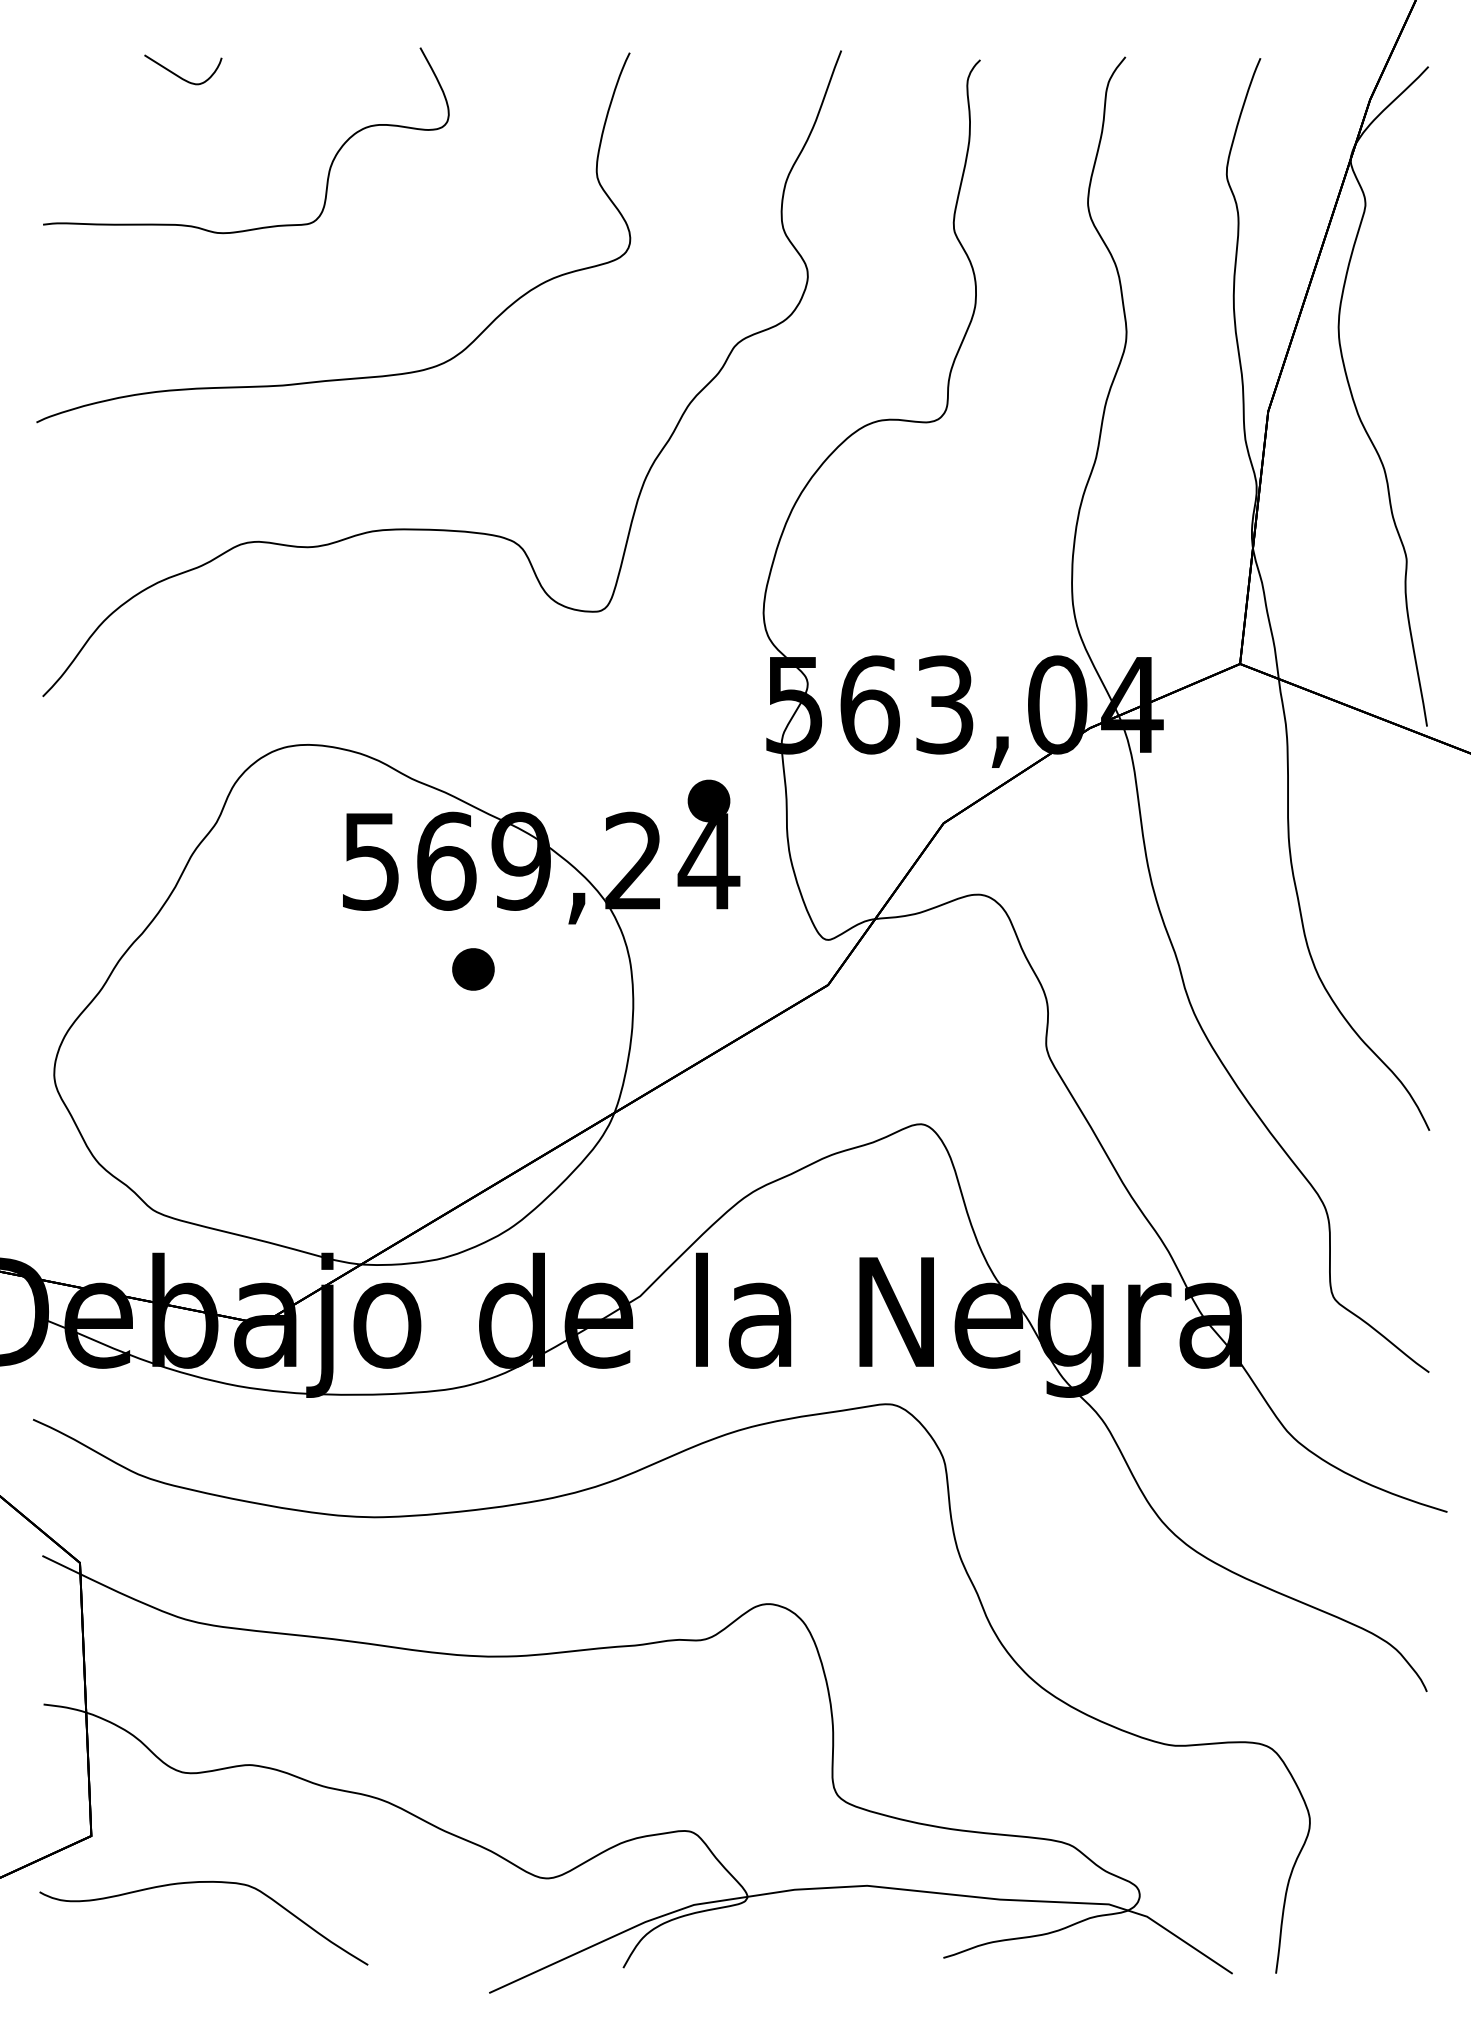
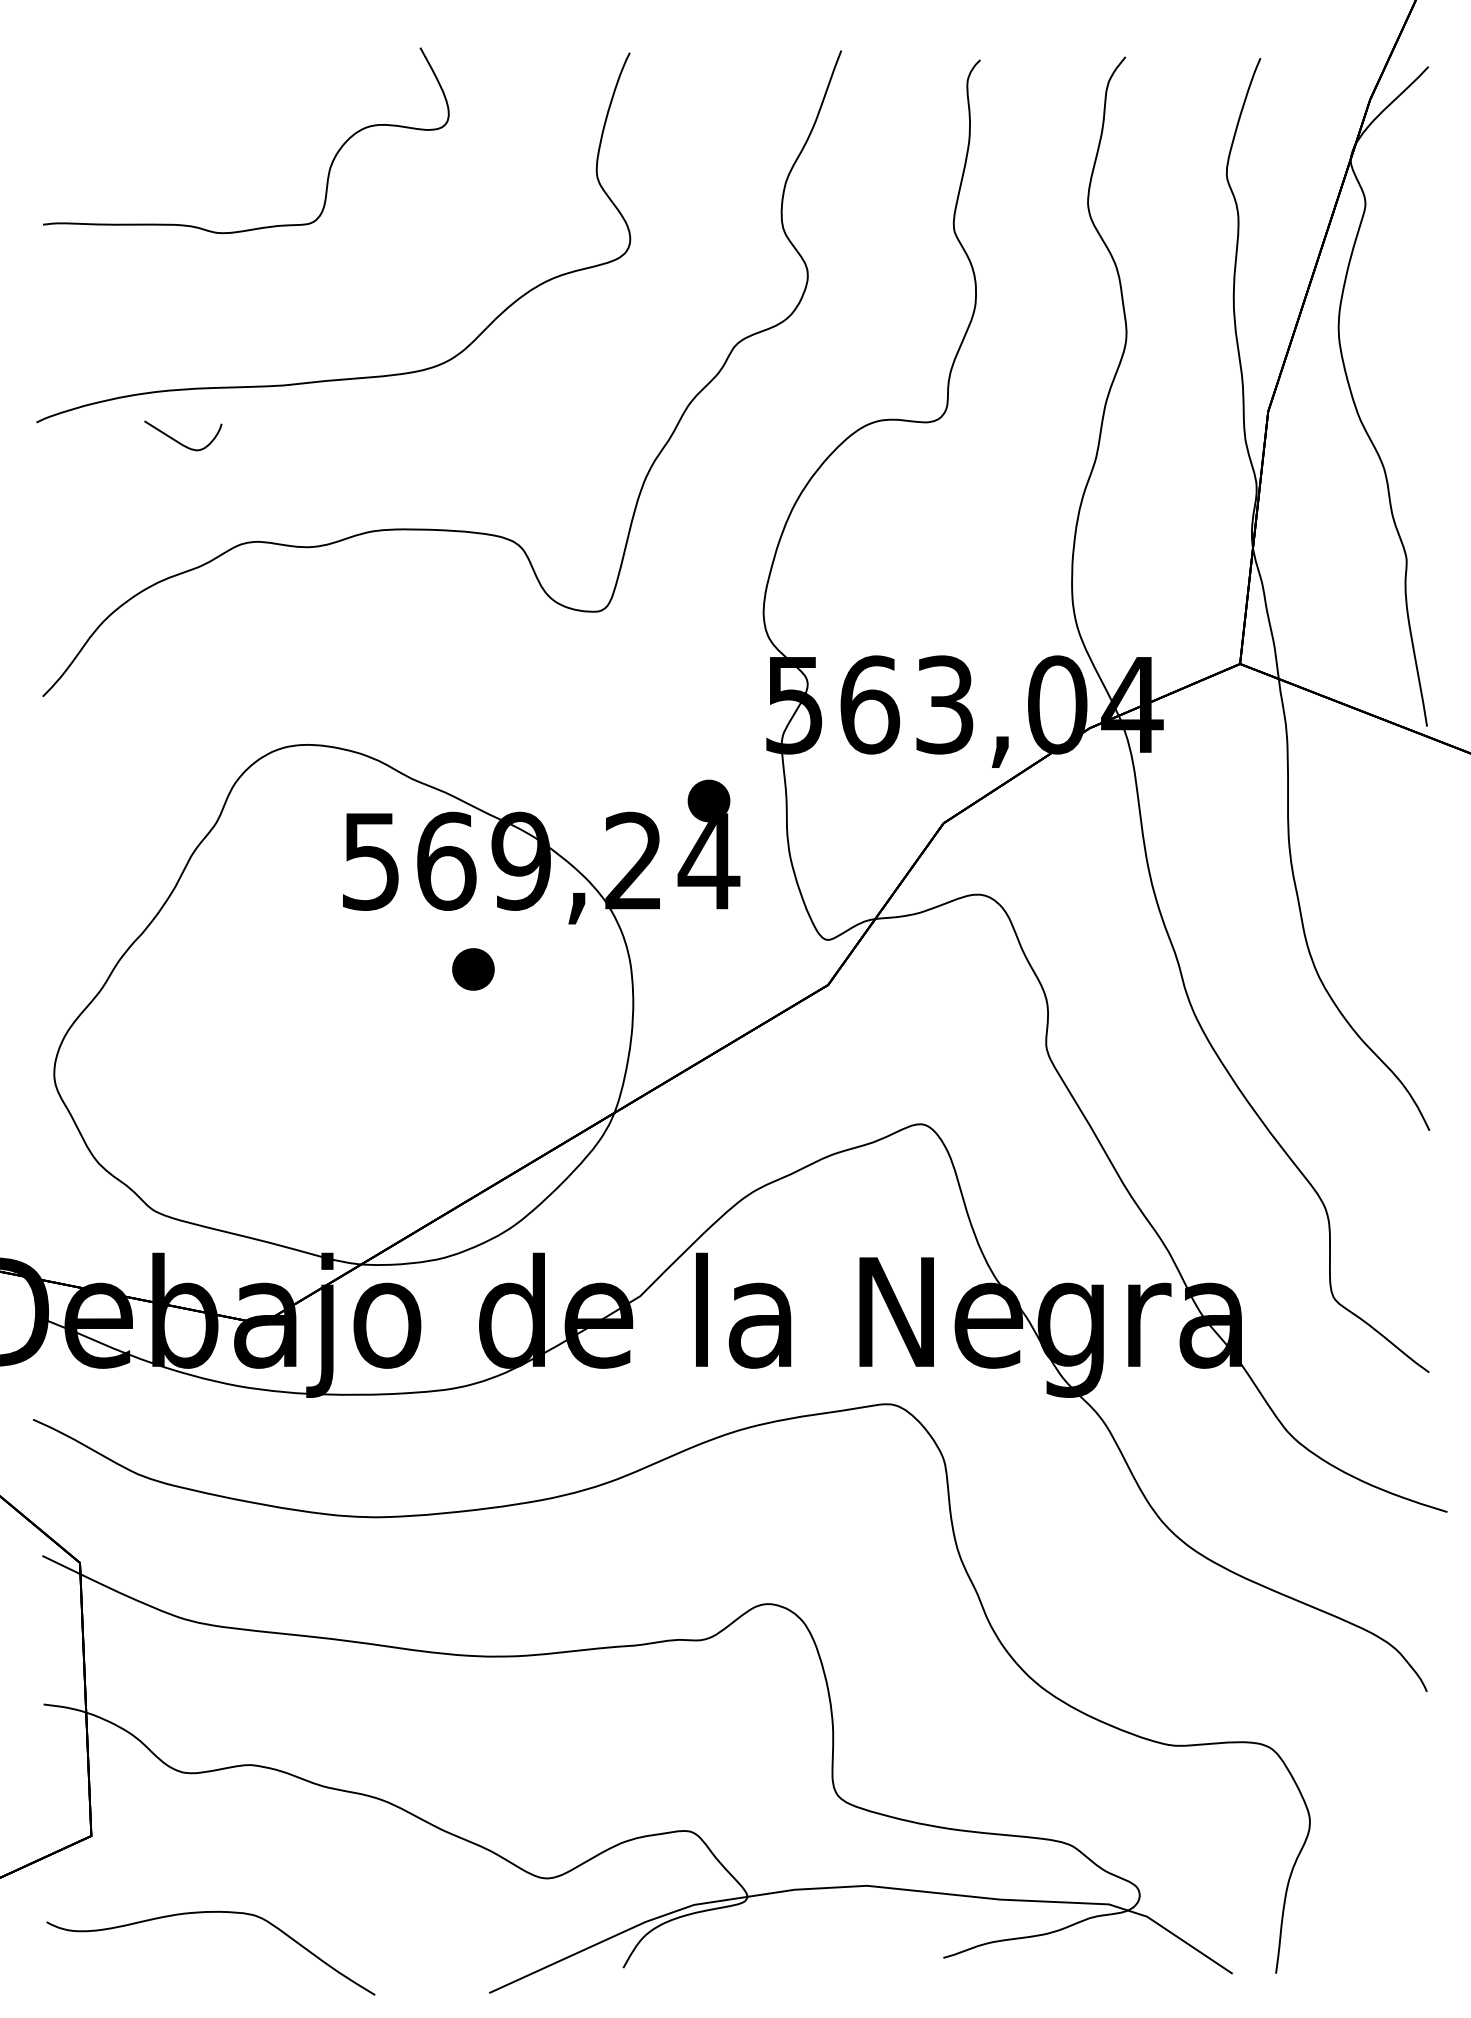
curve at (180, 76) position: (180, 76) -> (180, 442)
curve at (195, 1883) position: (195, 1883) -> (202, 1913)
